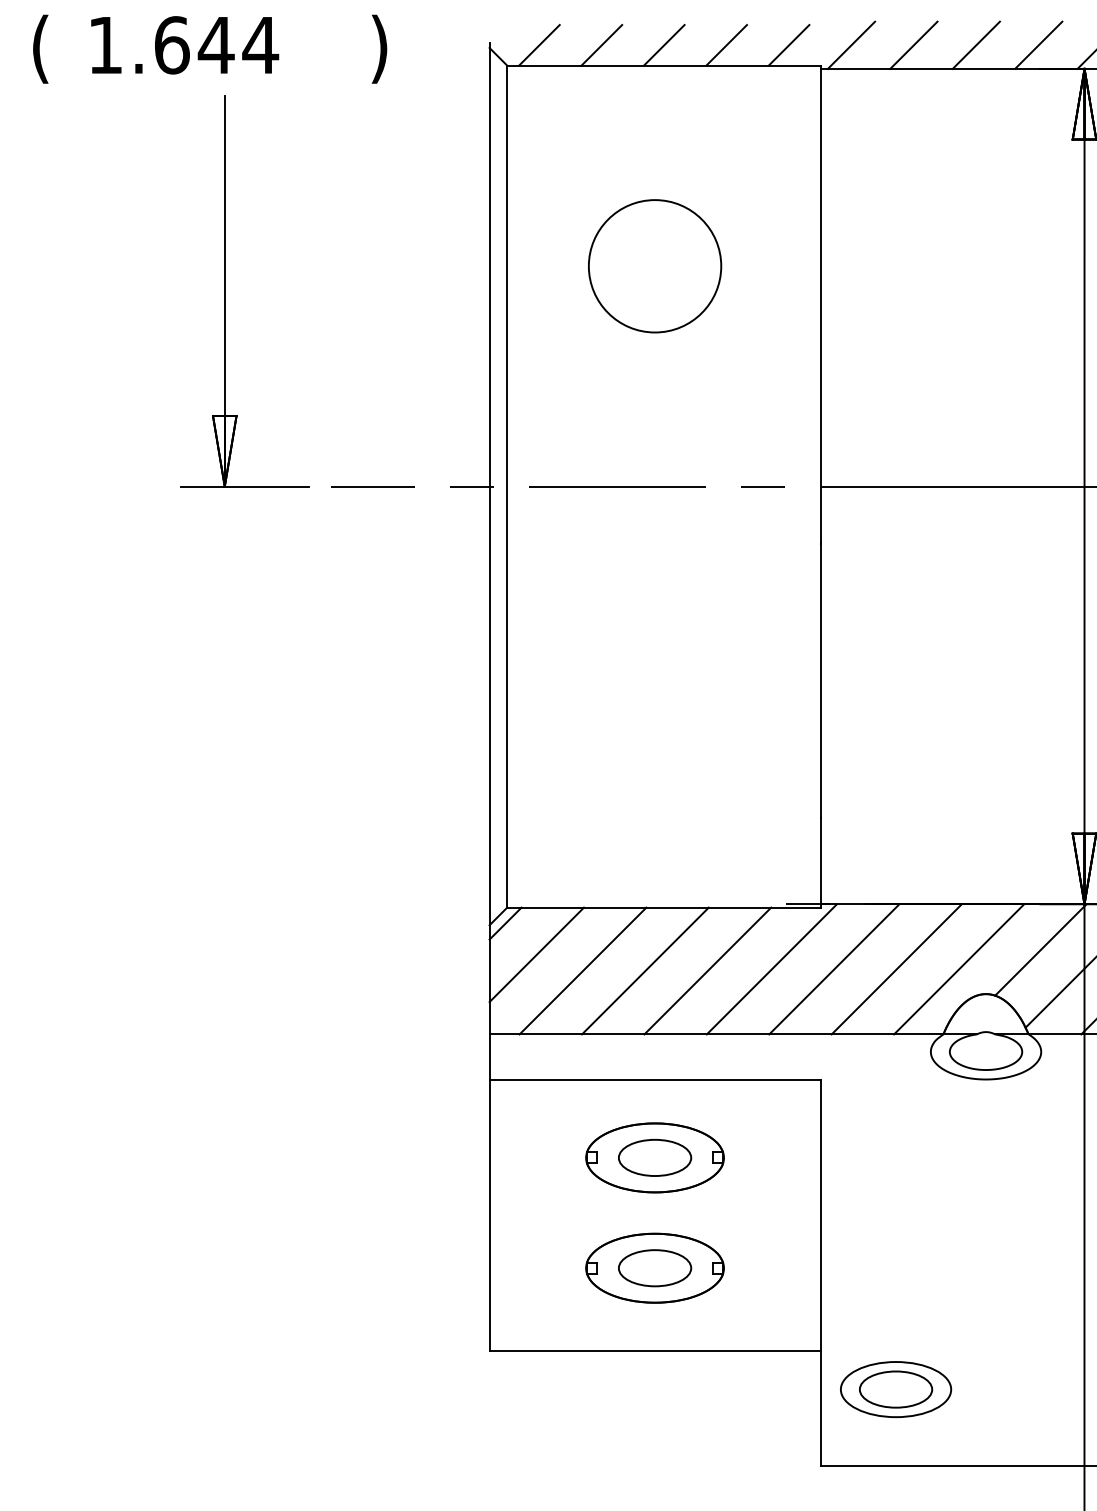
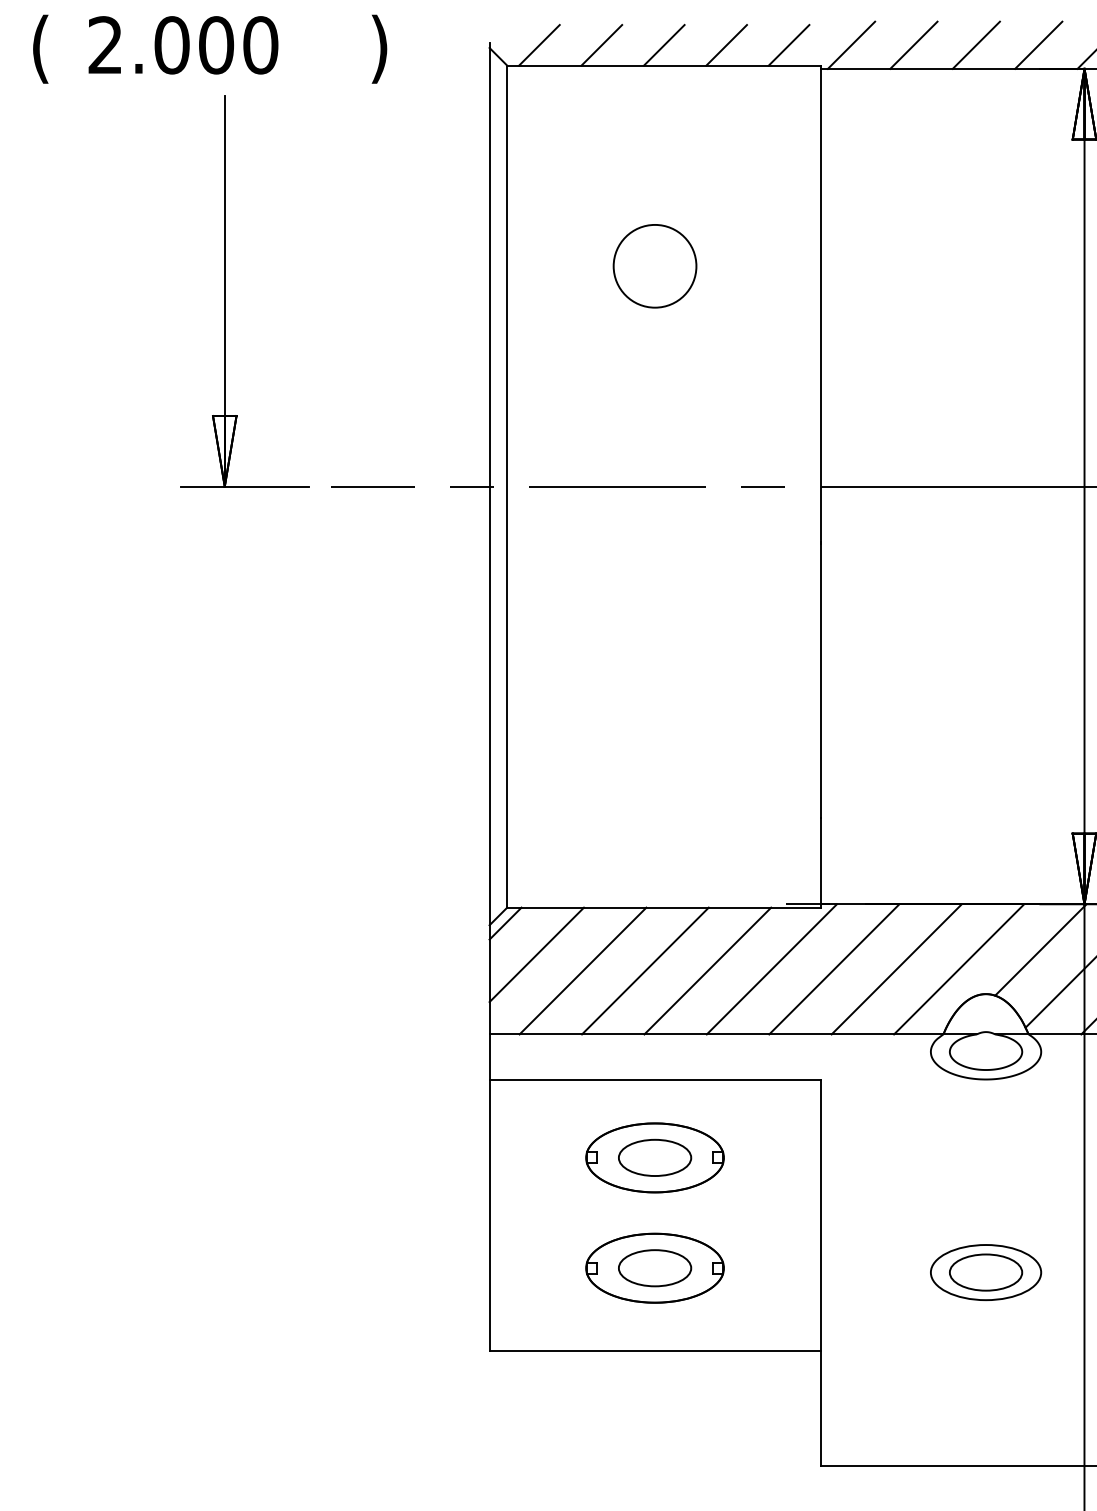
text at (183, 45): 1.644 -> 2.000
circle at (654, 266) diameter: 132 px -> 83 px
part at (896, 1389) position: (896, 1389) -> (986, 1272)
